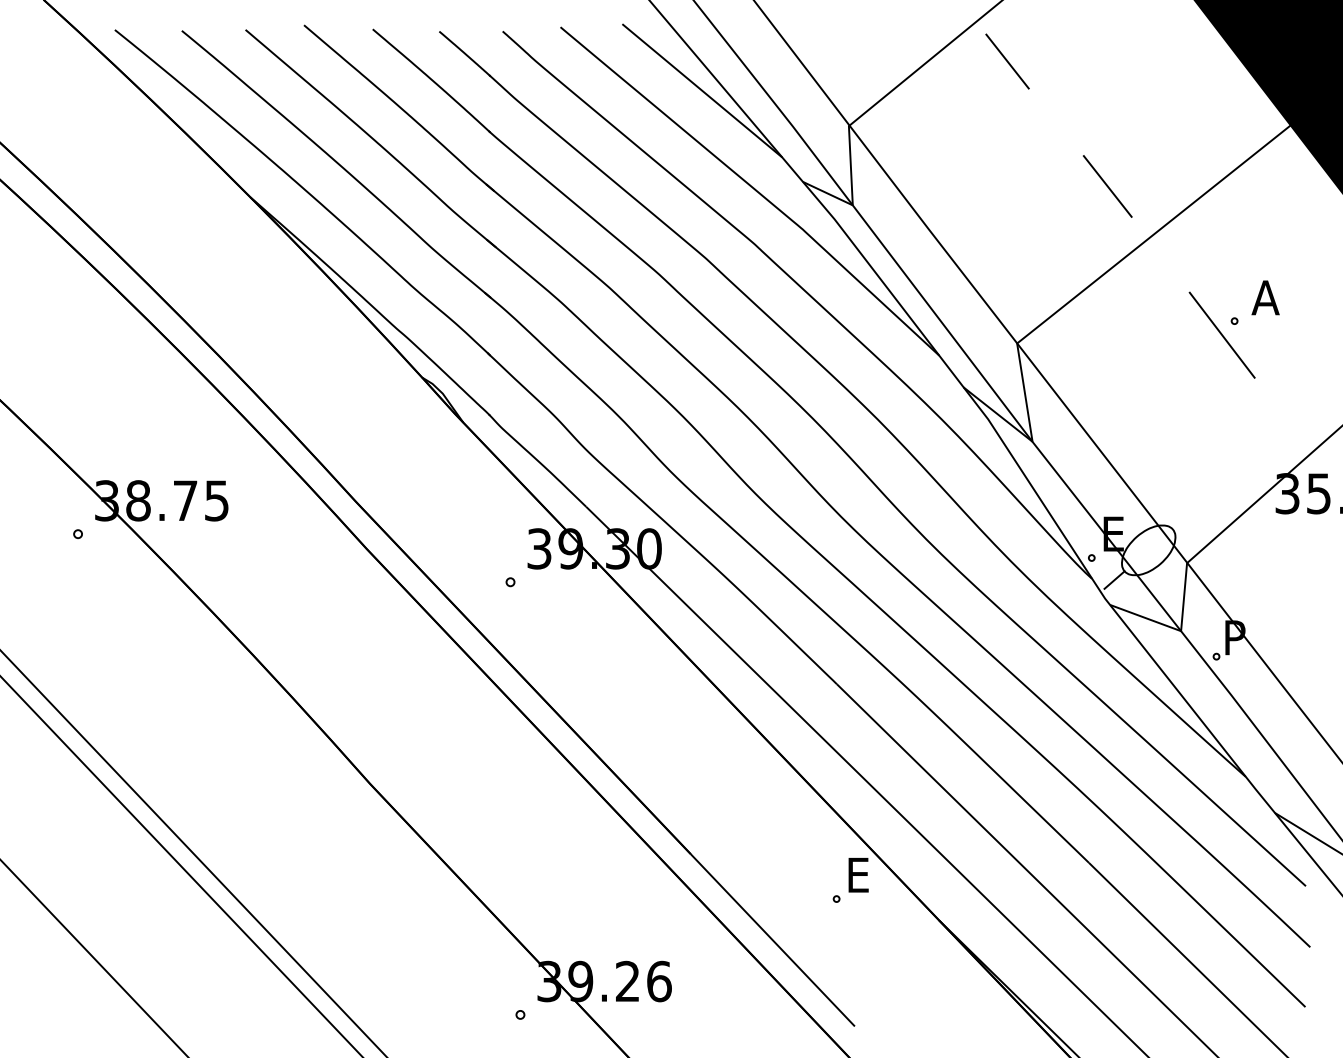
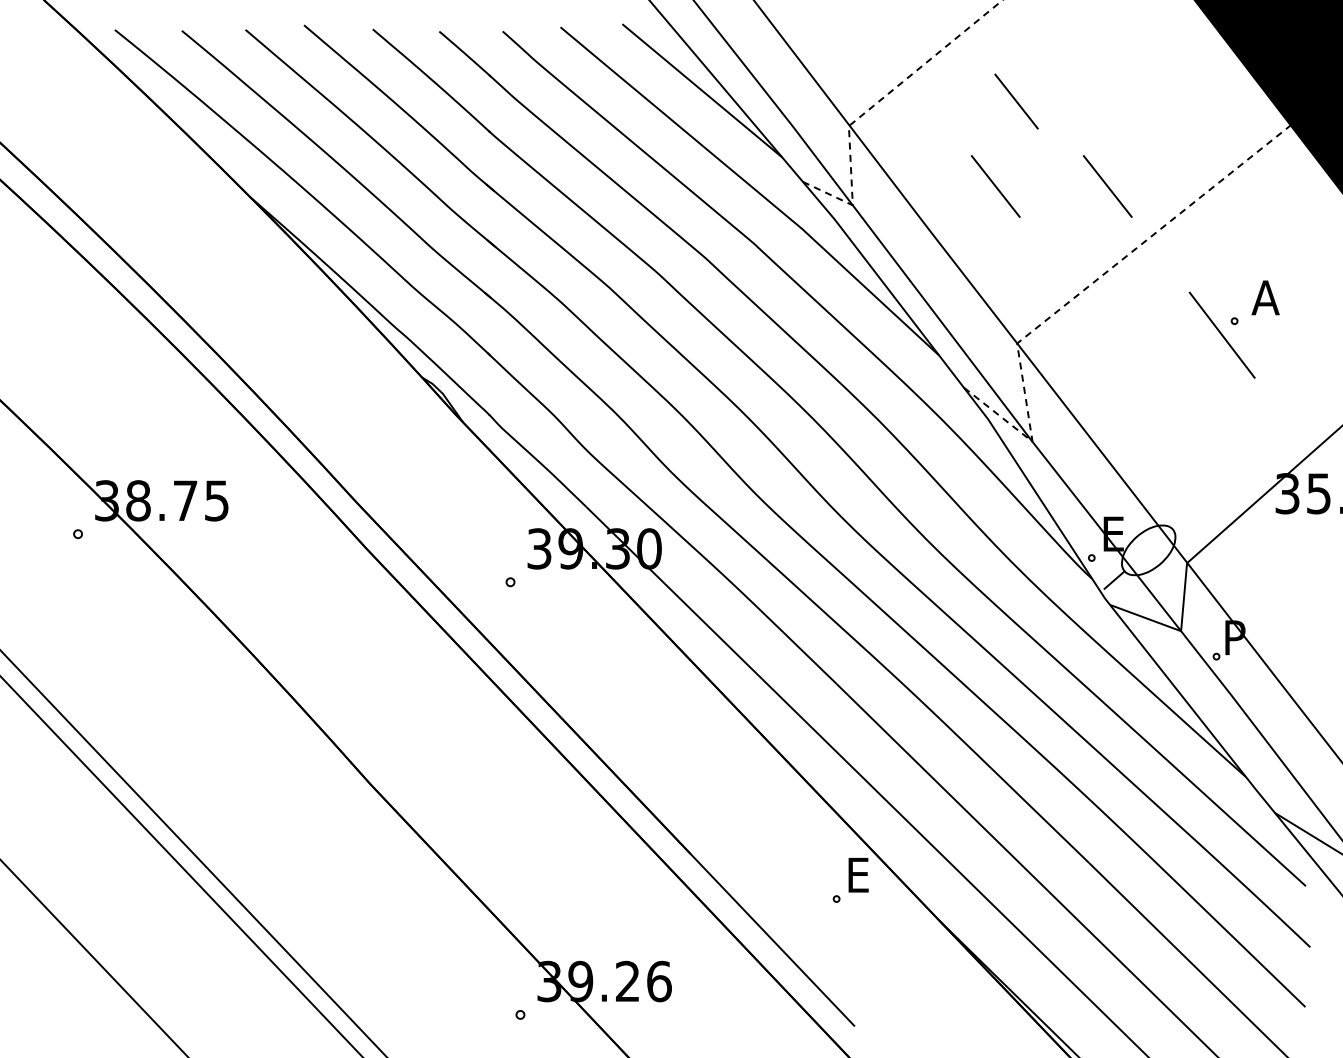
line at (1007, 61) position: (1007, 61) -> (1016, 101)
line at (872, 106): solid -> dashed
line at (995, 186): none -> present
line at (1079, 293): solid -> dashed
